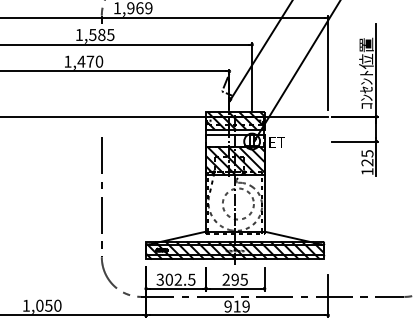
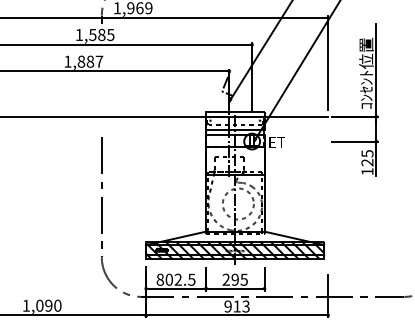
text at (90, 61): 1,470 -> 1,887
hatch at (235, 120): present -> none
hatch at (235, 161): present -> none
text at (159, 279): 302.5 -> 802.5
text at (48, 305): 1,050 -> 1,090
text at (245, 306): 919 -> 913
